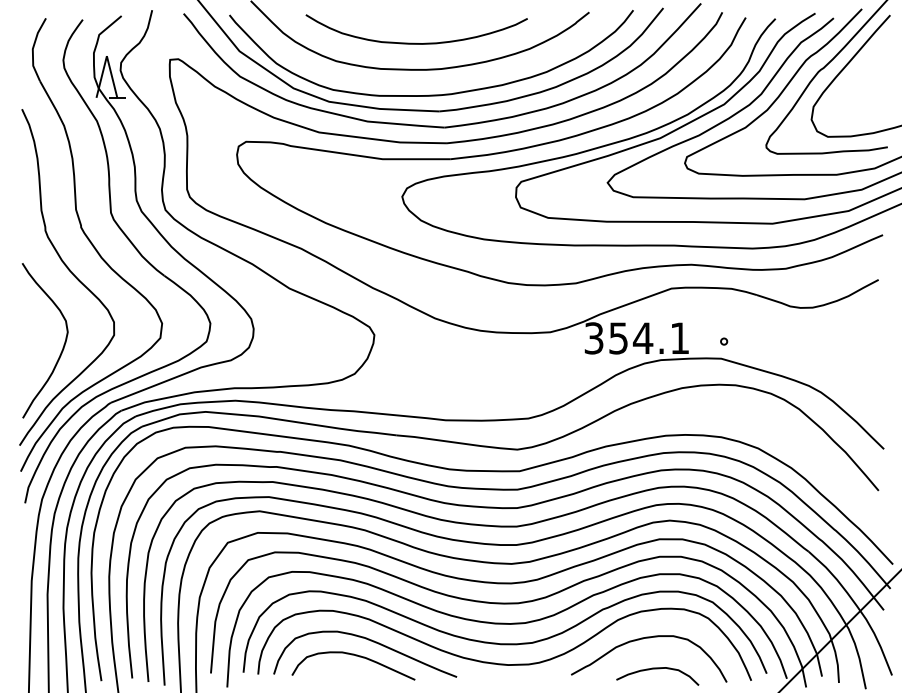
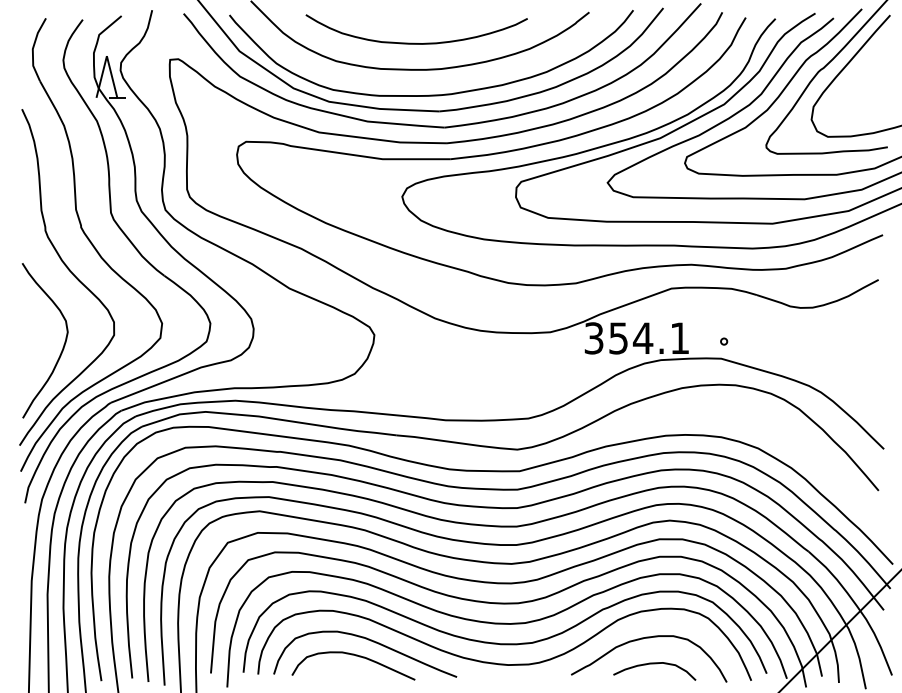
curve at (657, 669) position: (657, 669) -> (654, 664)
